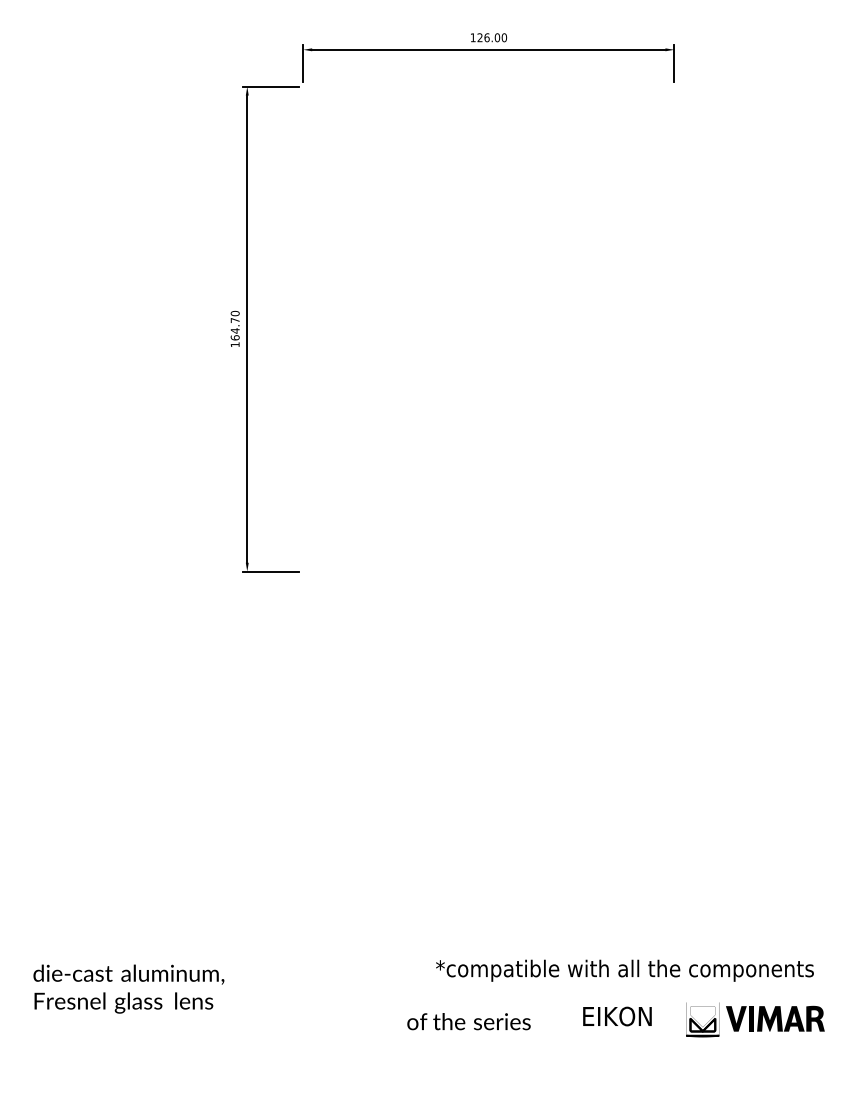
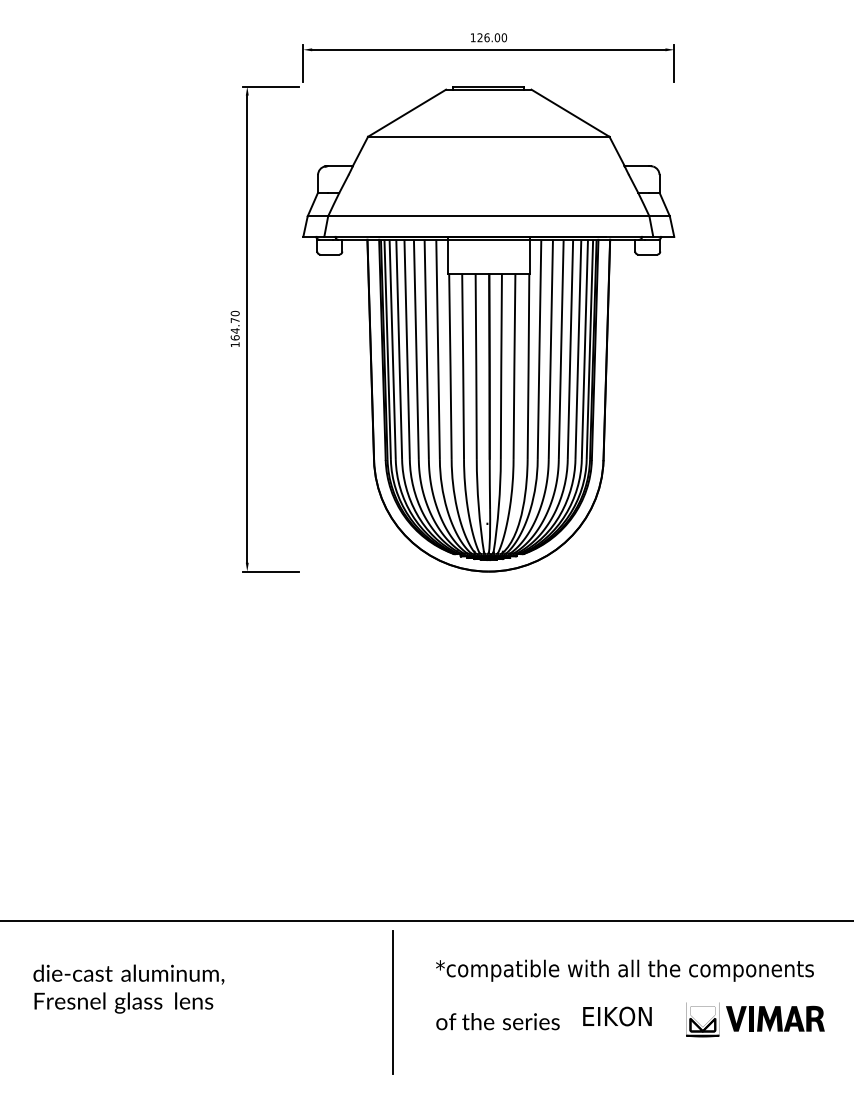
part at (488, 329): none -> present
line at (426, 921): none -> present
line at (392, 1001): none -> present
text at (468, 1021) position: (468, 1021) -> (497, 1021)
